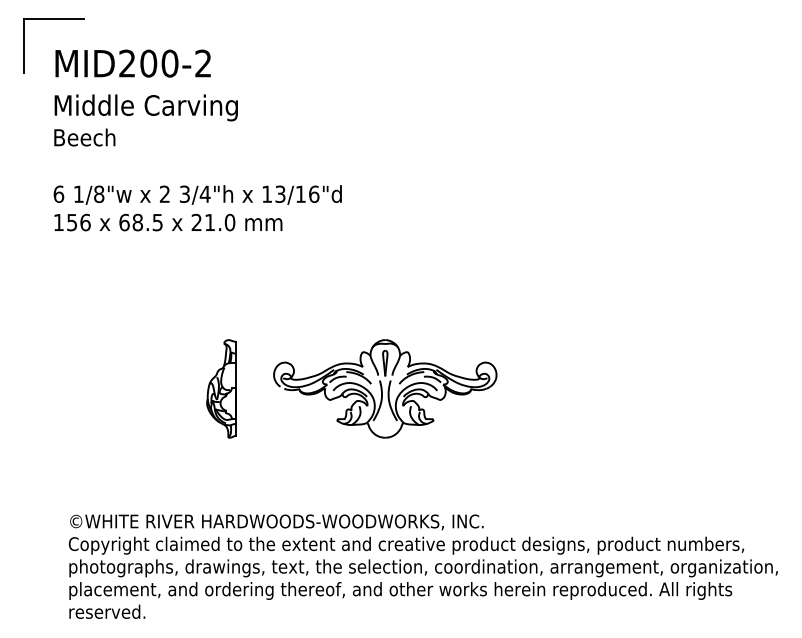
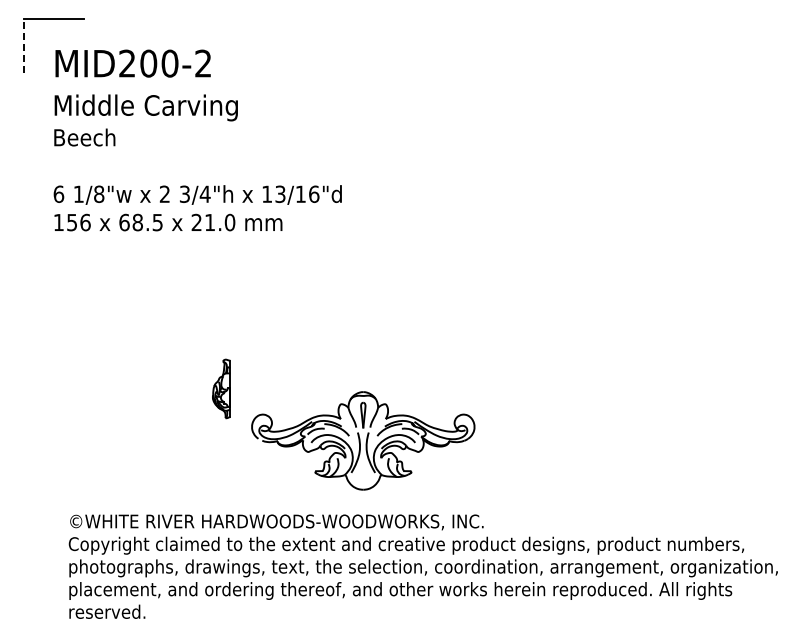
line at (24, 45): solid -> dashed
part at (221, 388) size: 31x100 px -> 19x62 px
part at (385, 388) position: (385, 388) -> (363, 440)
